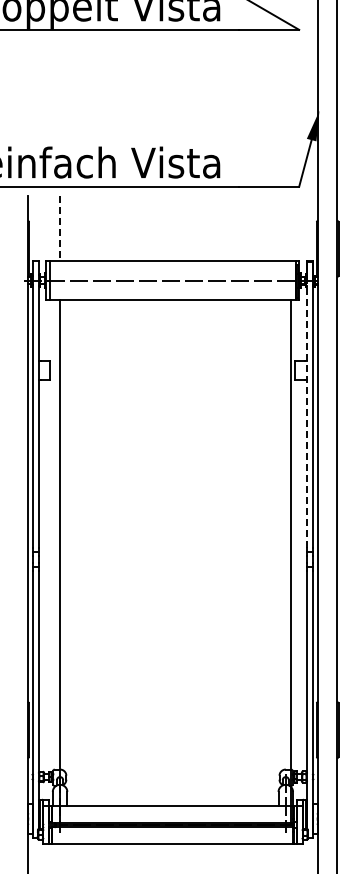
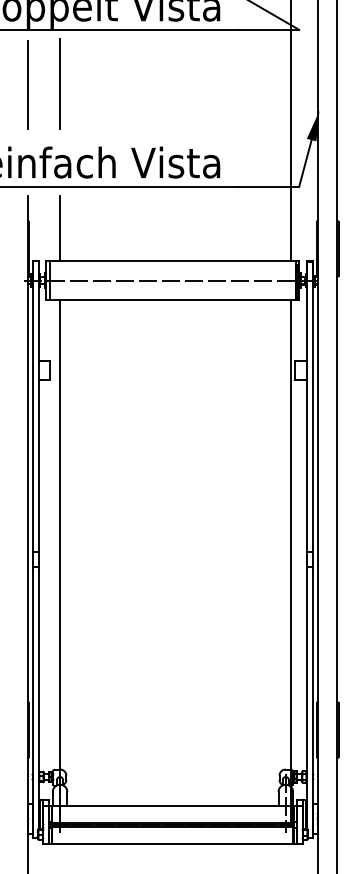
line at (59, 83): none -> present
line at (27, 85): none -> present
line at (291, 131): none -> present
line at (59, 228): dashed -> solid
line at (306, 414): dashed -> solid
